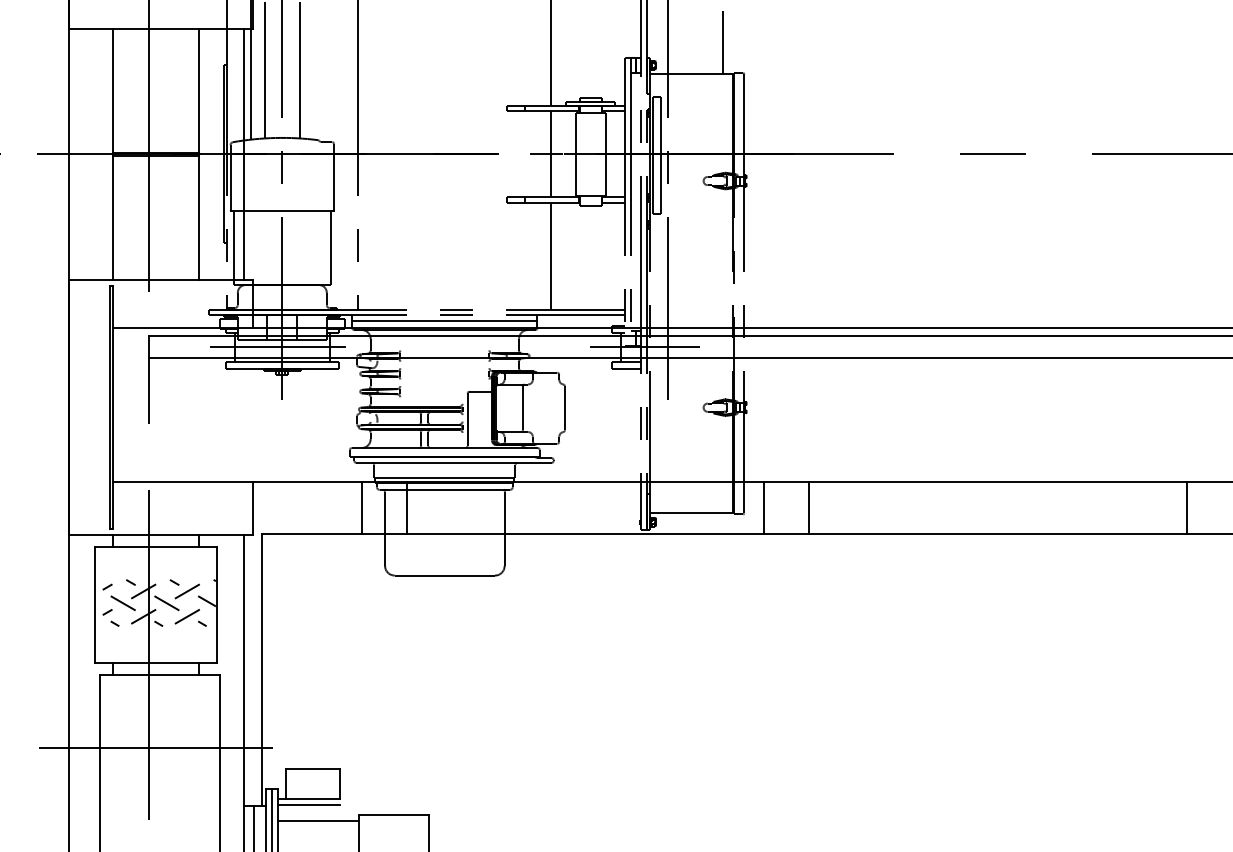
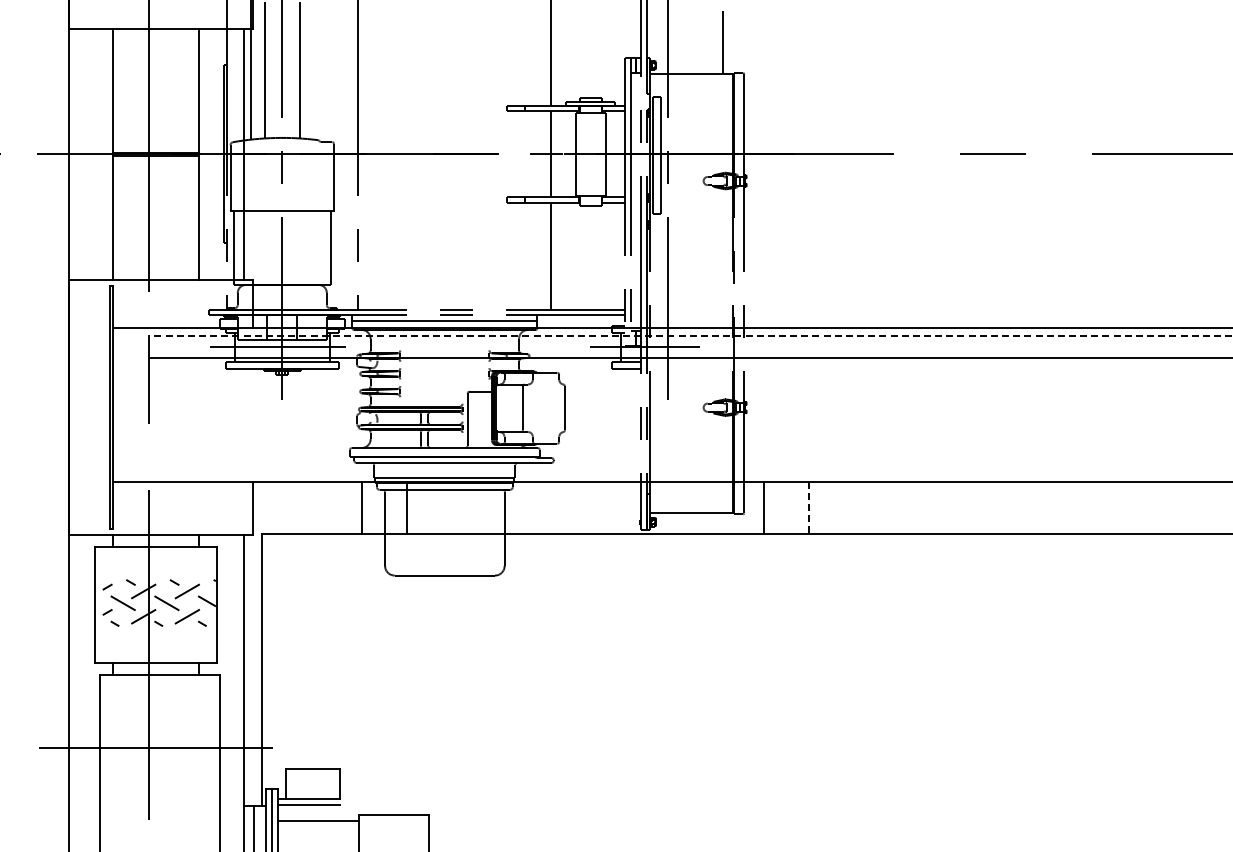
line at (690, 335): solid -> dashed
line at (1187, 507): present -> none
line at (808, 508): solid -> dashed
